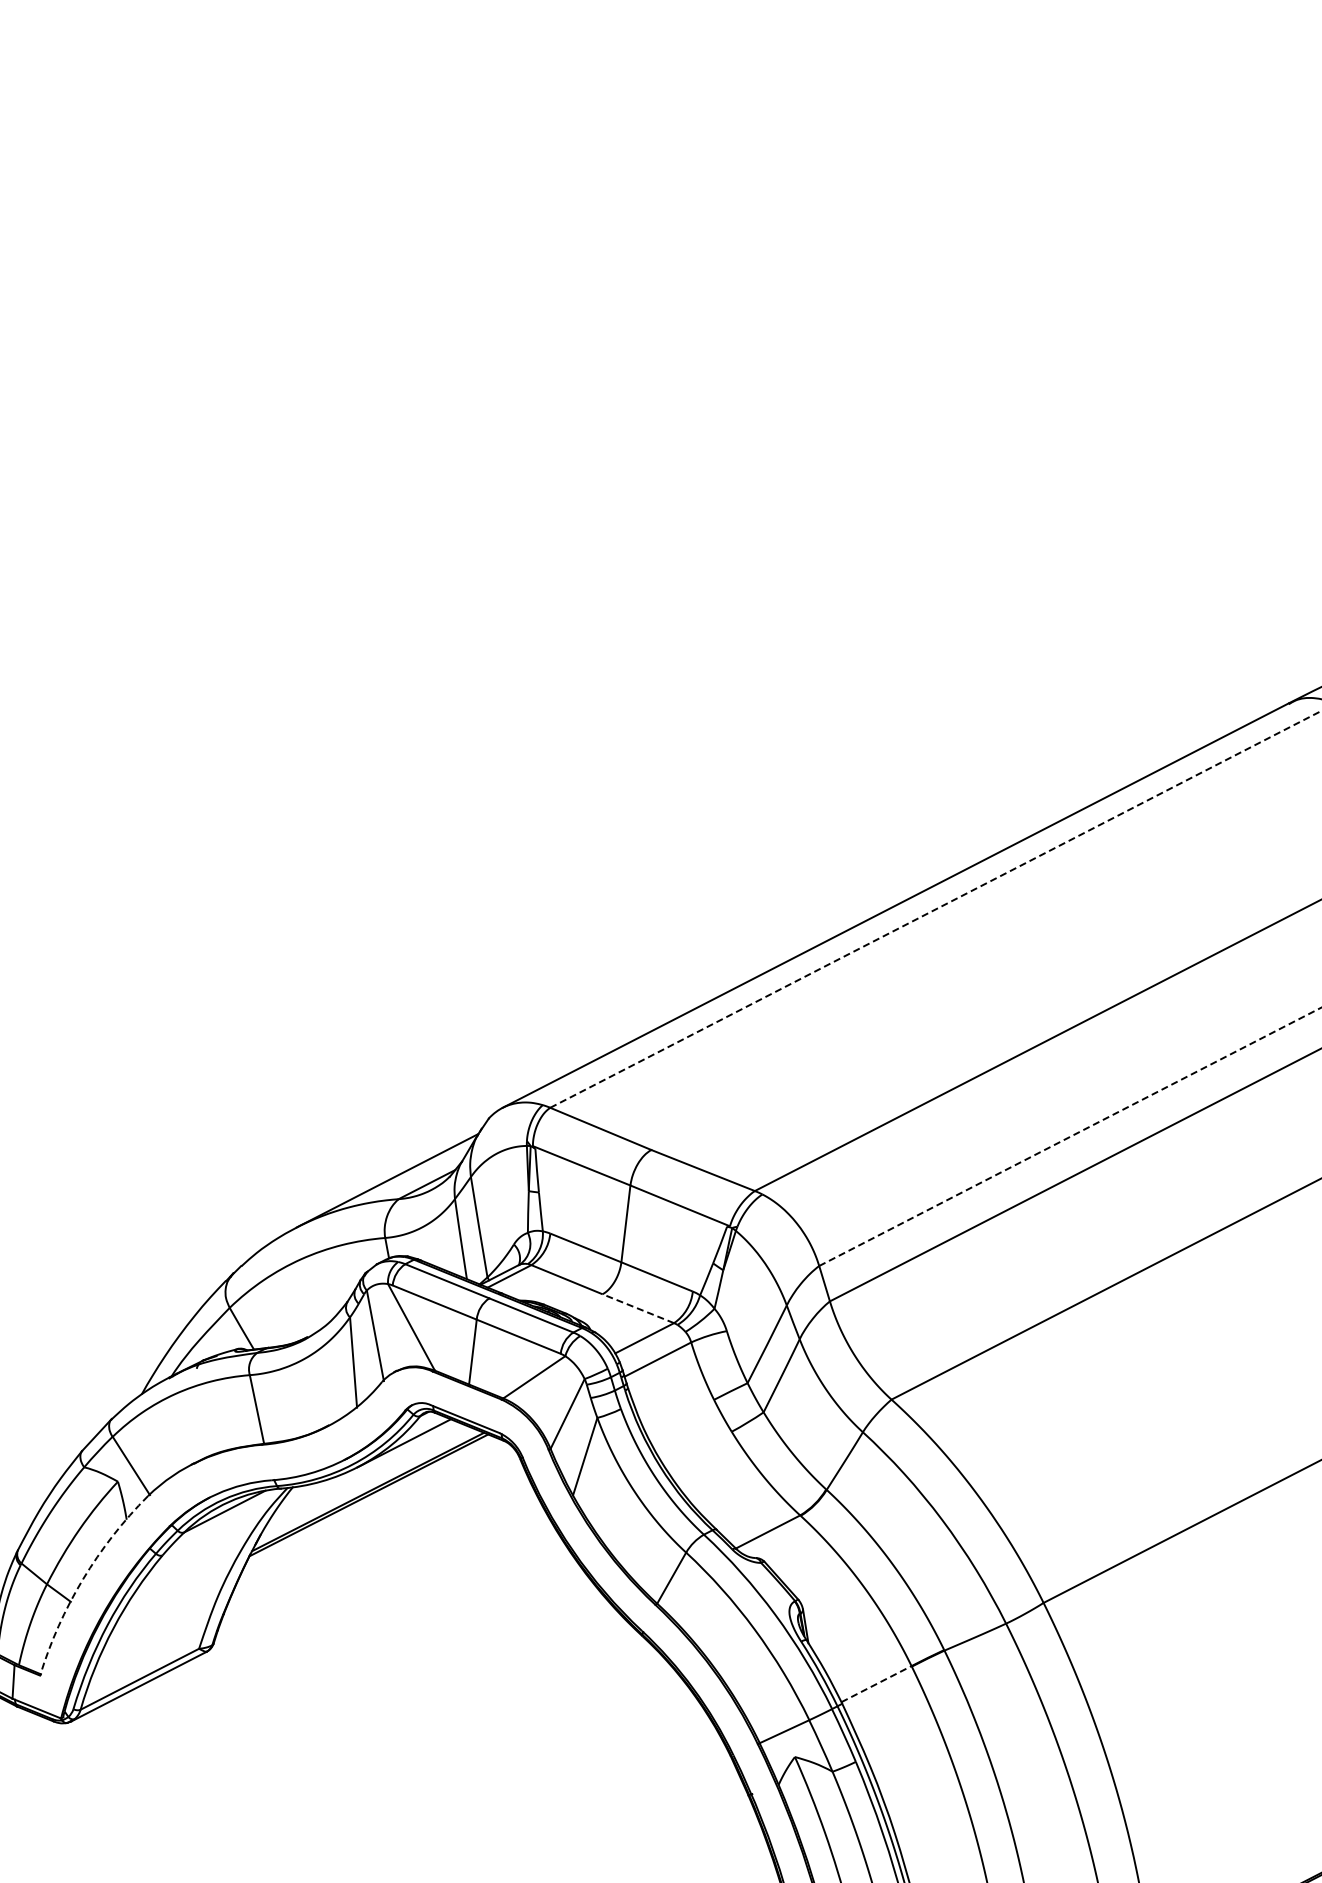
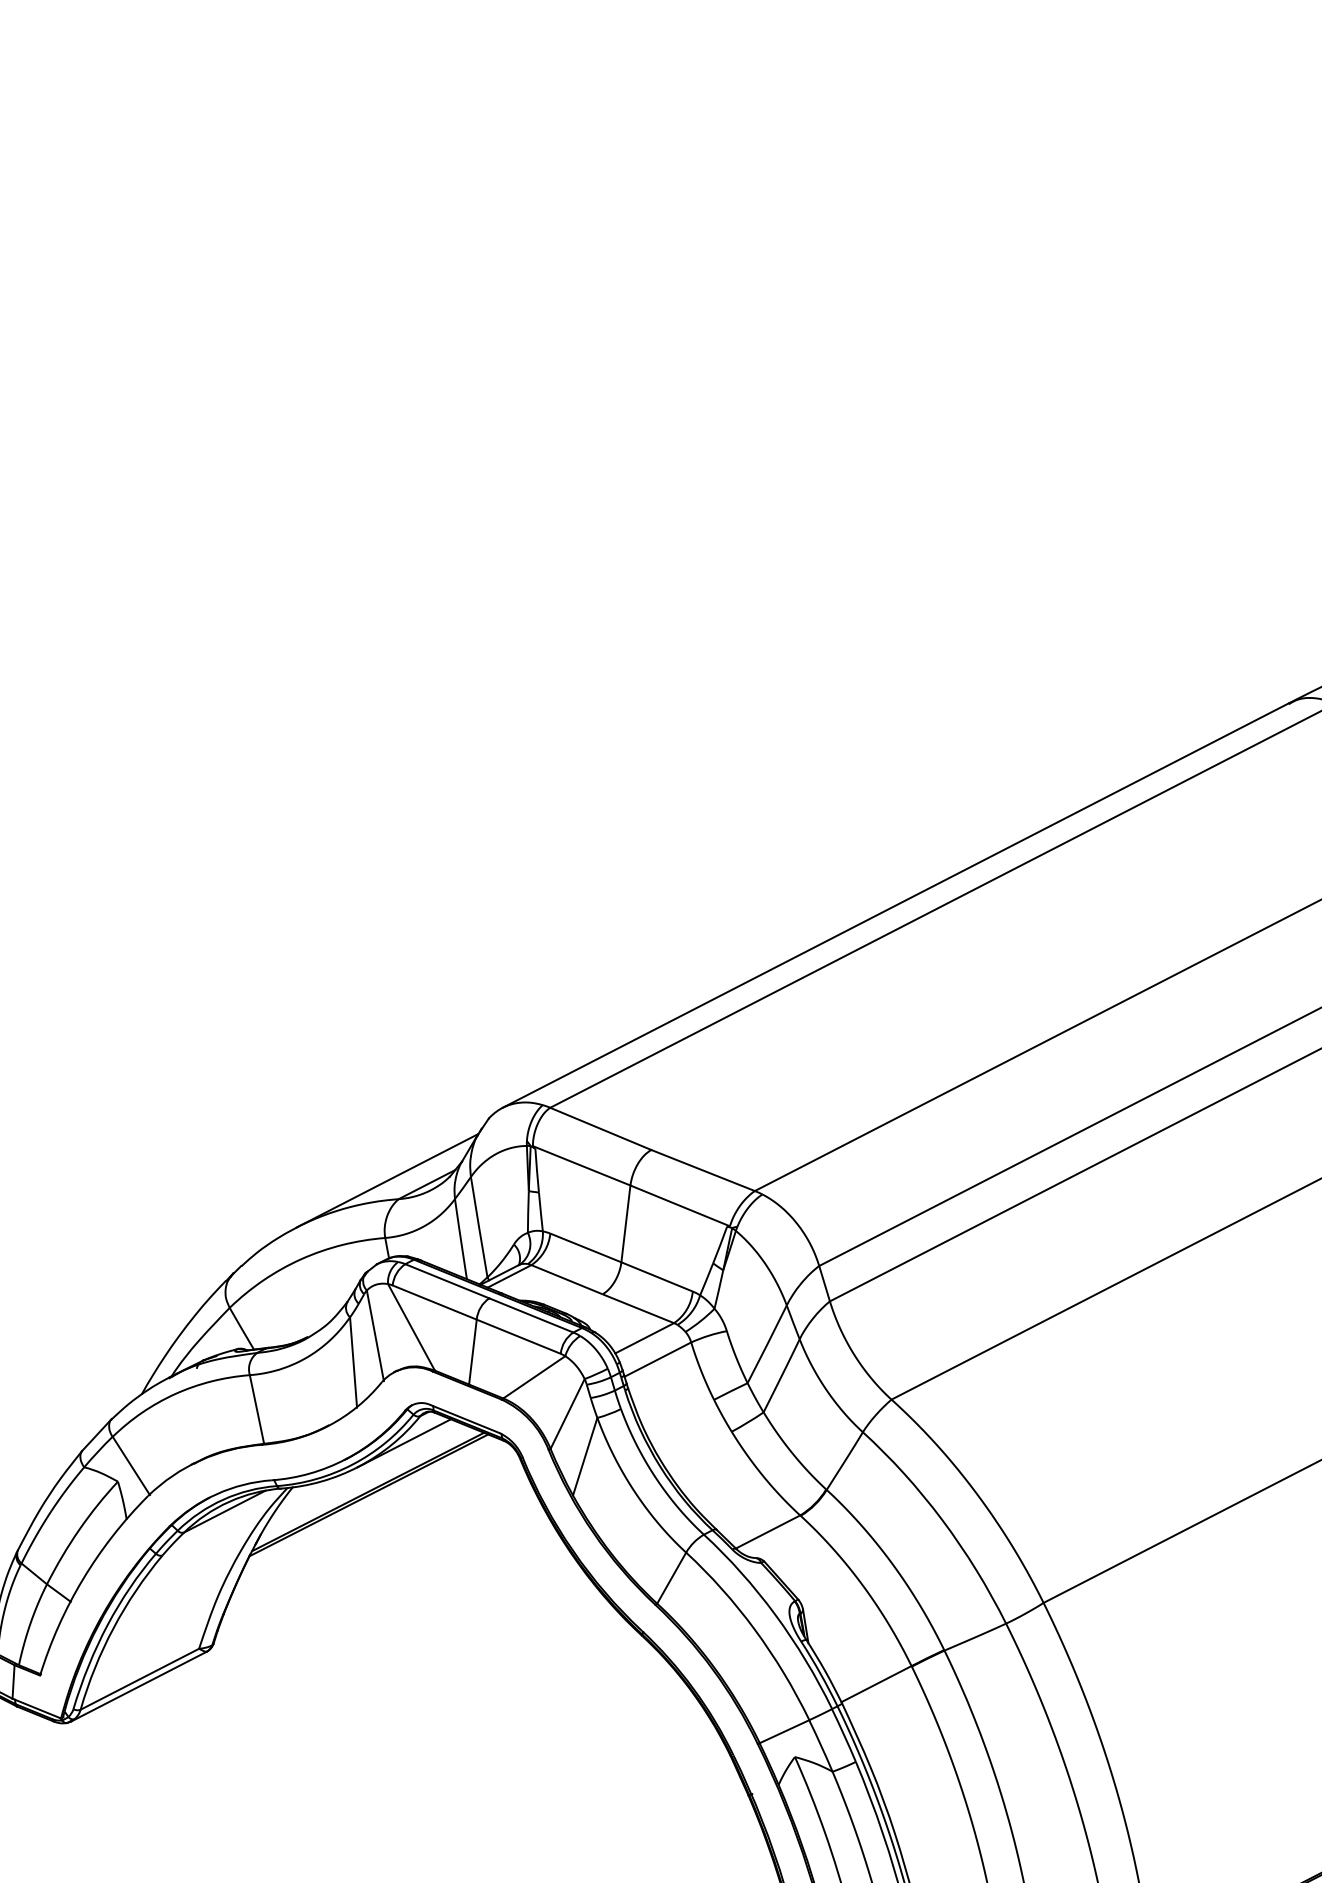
line at (935, 909): dashed -> solid
line at (1070, 1136): dashed -> solid
line at (638, 1308): dashed -> solid
arc at (83, 1579): dashed -> solid
line at (876, 1683): dashed -> solid
